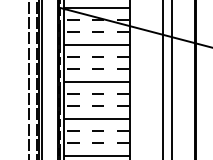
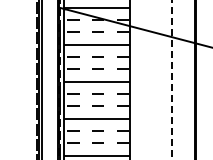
line at (28, 79): present -> none
line at (163, 79): present -> none
line at (171, 80): solid -> dashed
